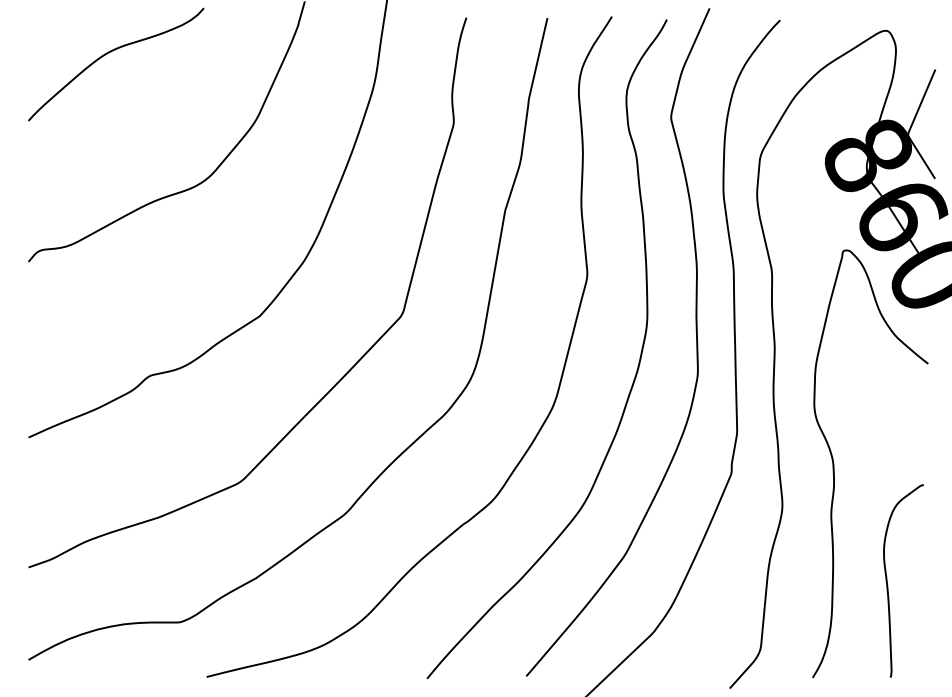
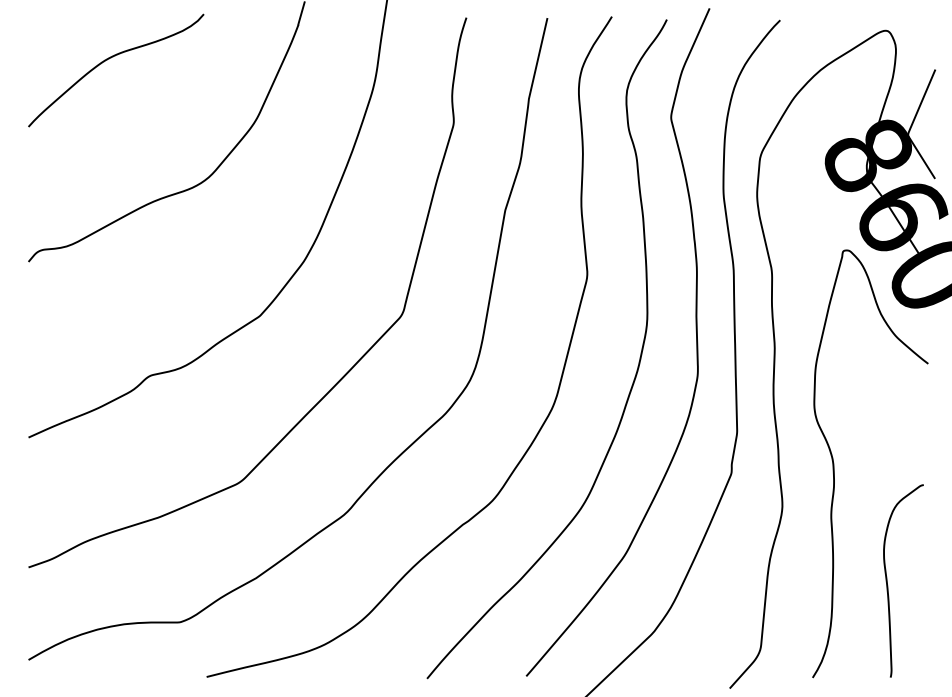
curve at (111, 52) position: (111, 52) -> (111, 58)
